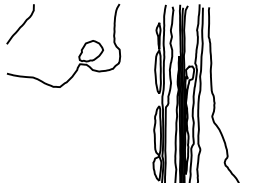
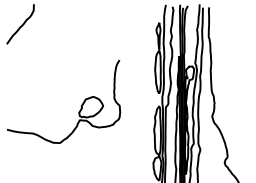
part at (80, 50) position: (80, 50) -> (80, 106)
